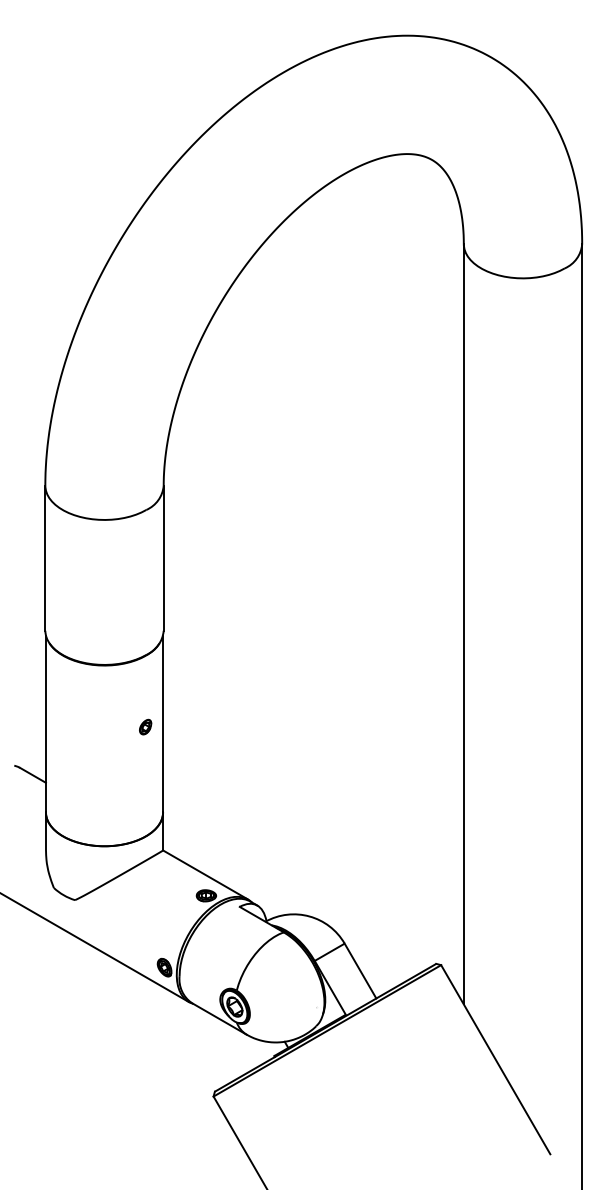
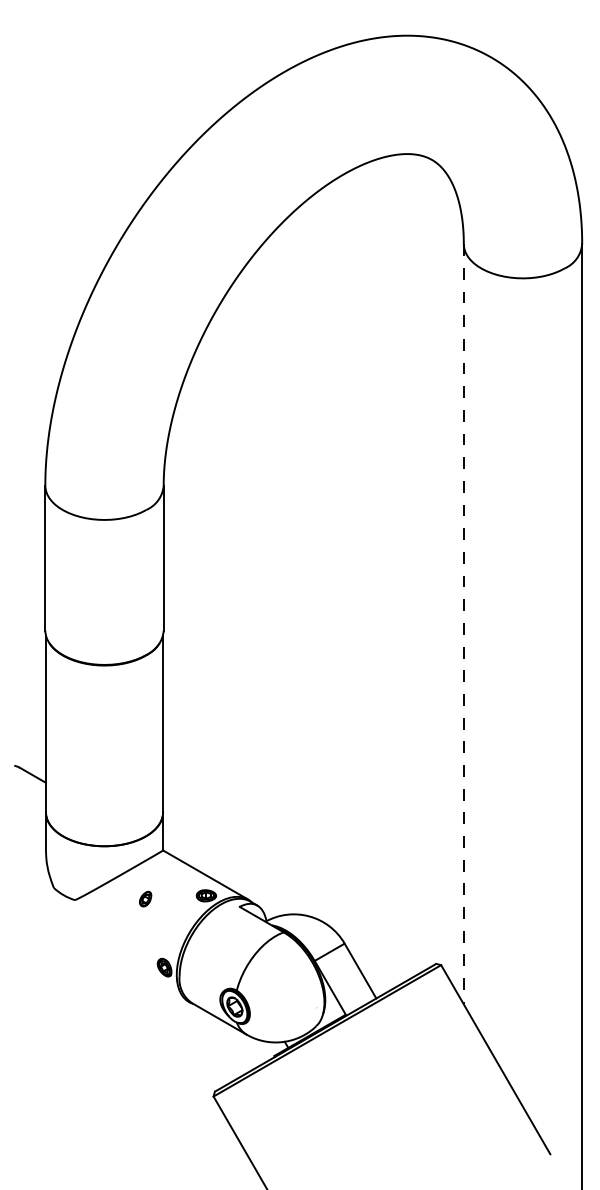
line at (463, 624): solid -> dashed
part at (145, 726) position: (145, 726) -> (145, 898)
line at (95, 948): present -> none
